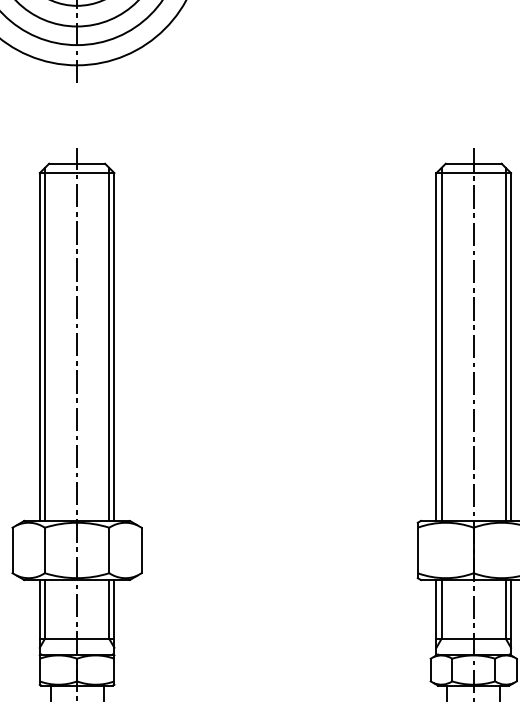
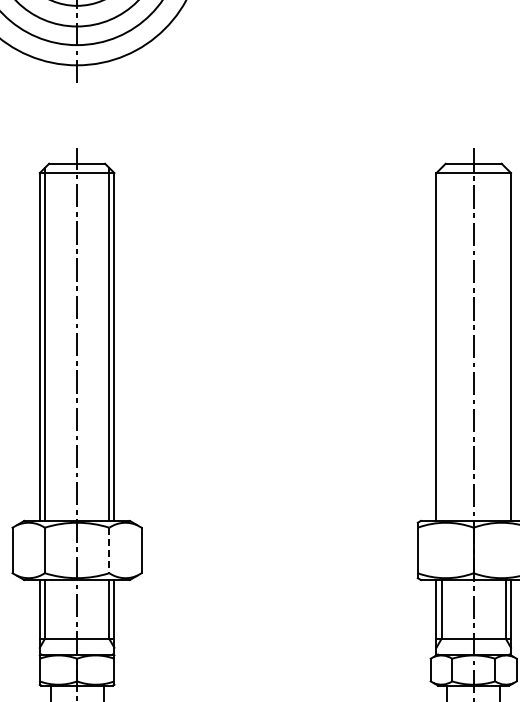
line at (441, 344): present -> none
line at (505, 344): present -> none
line at (109, 550): solid -> dashed
